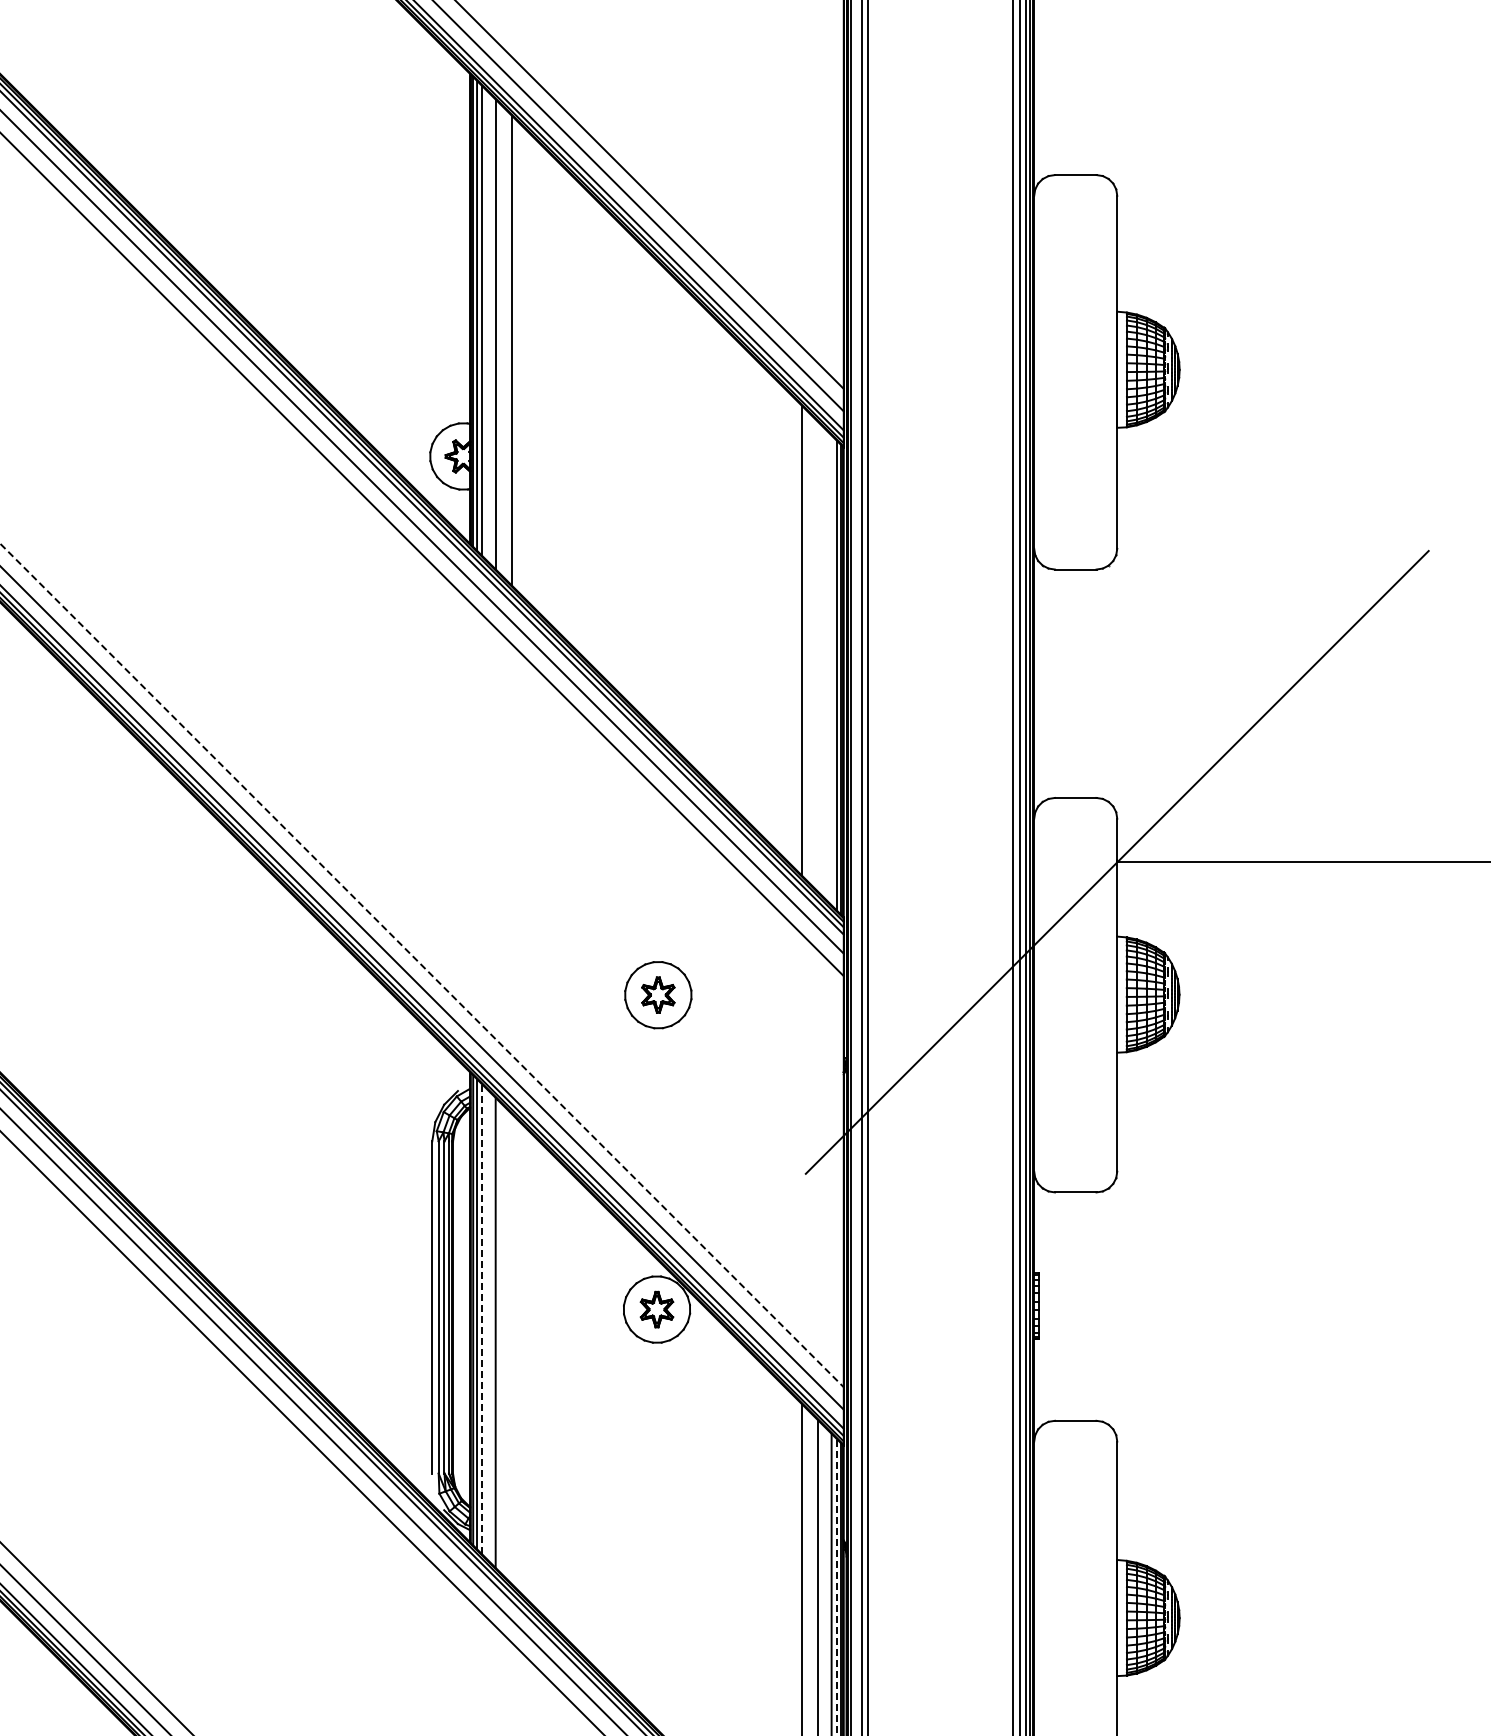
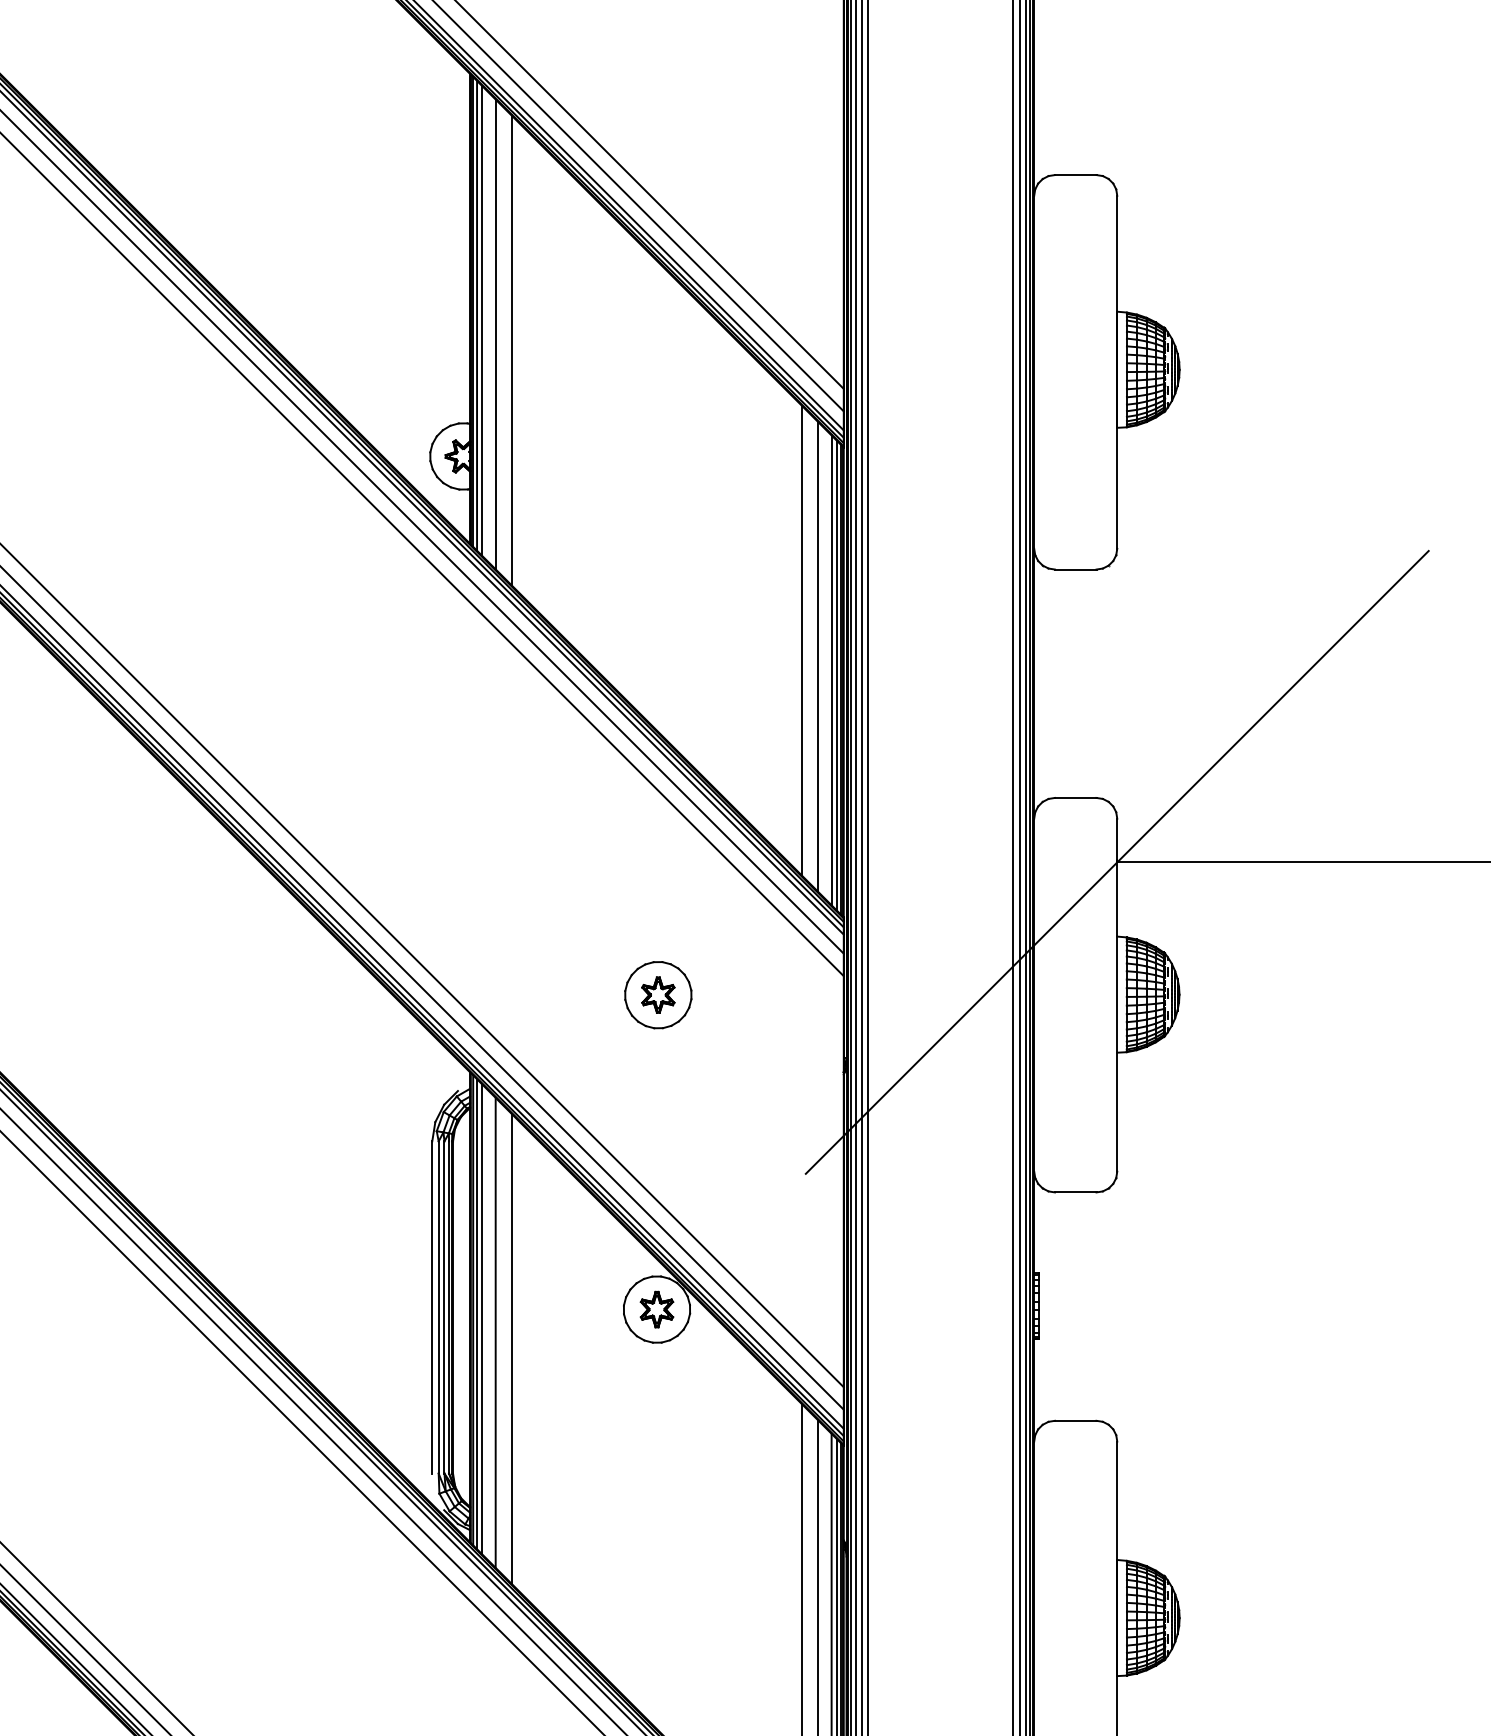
line at (818, 656): none -> present
line at (831, 670): none -> present
line at (855, 867): none -> present
line at (422, 965): dashed -> solid
line at (482, 1319): dashed -> solid
line at (511, 1348): none -> present
line at (836, 1586): dashed -> solid
